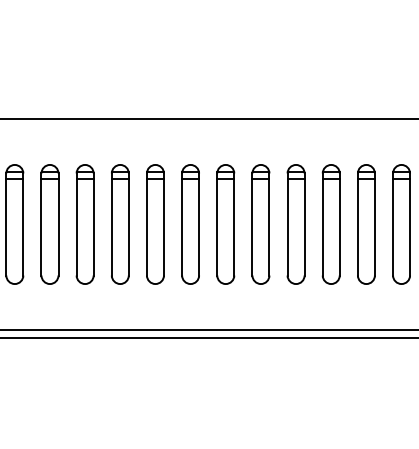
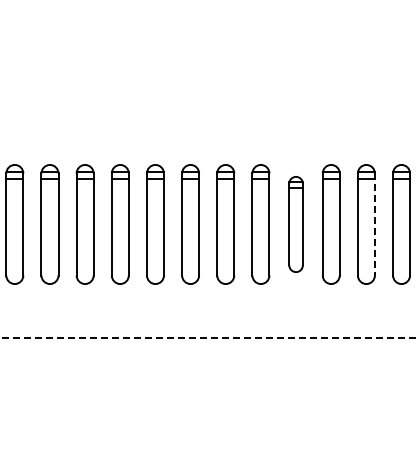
line at (208, 119): present -> none
part at (295, 224) size: 20x121 px -> 16x97 px
line at (374, 224): solid -> dashed
line at (208, 329): present -> none
line at (209, 337): solid -> dashed
